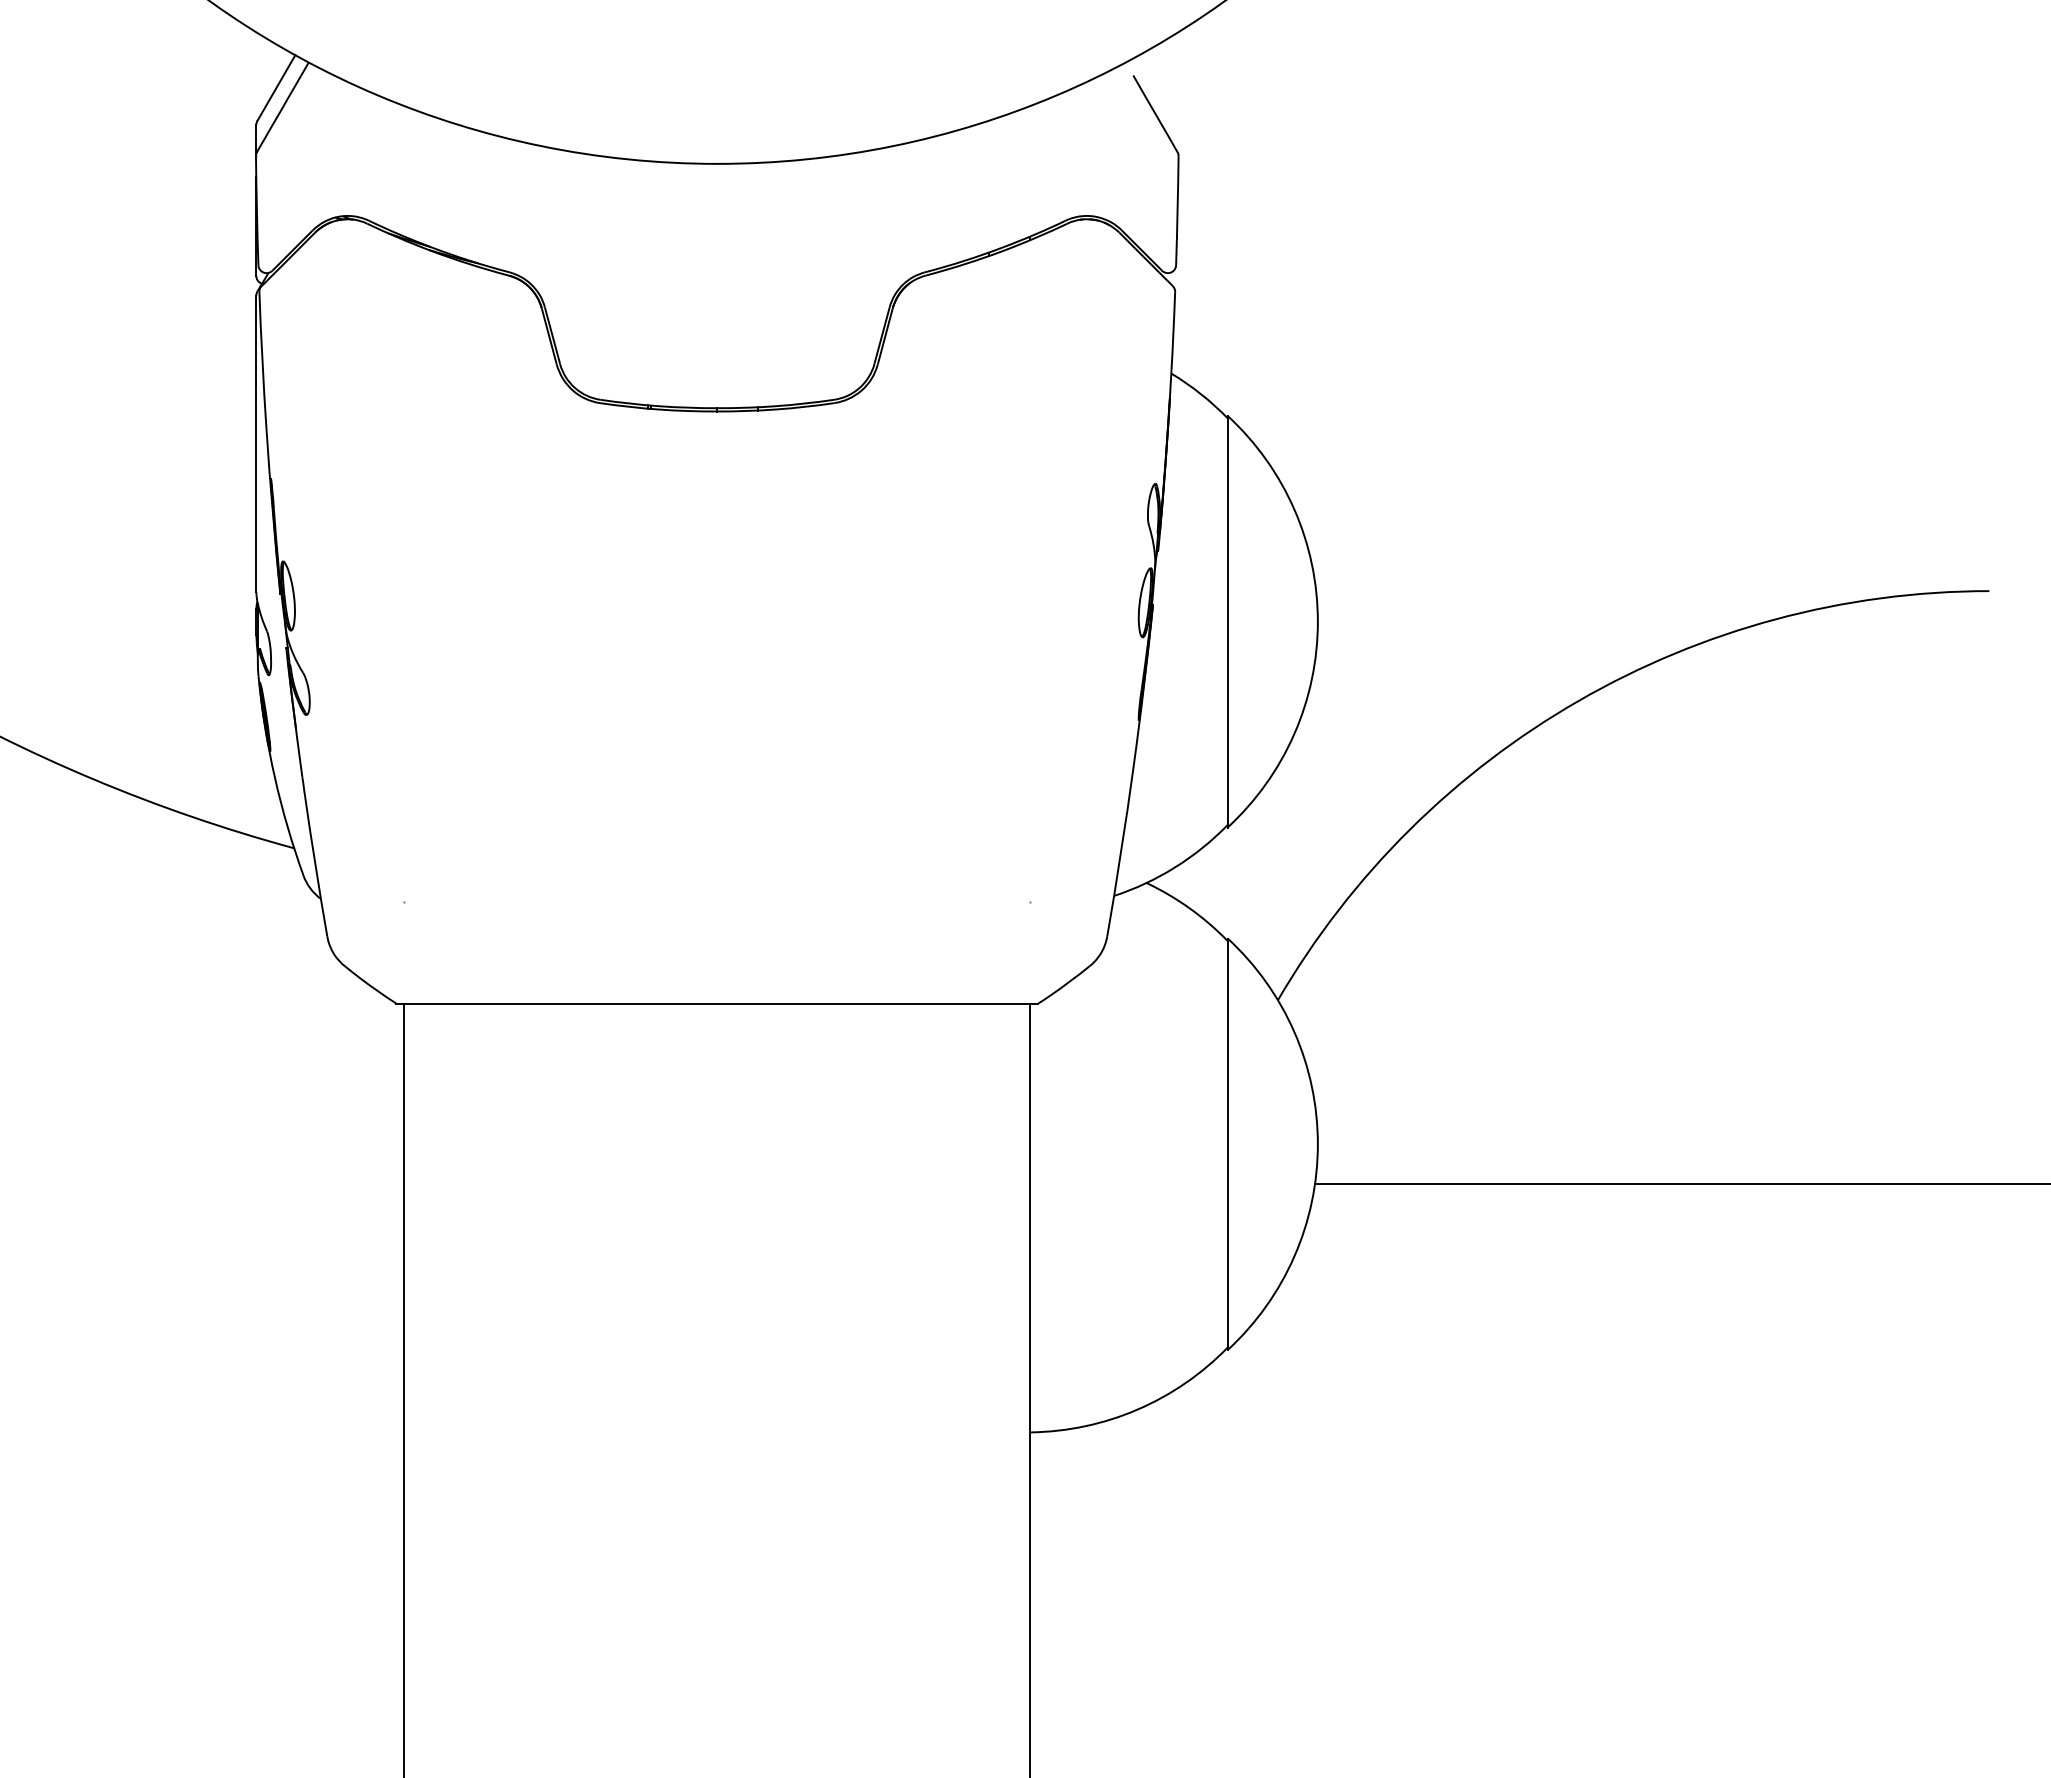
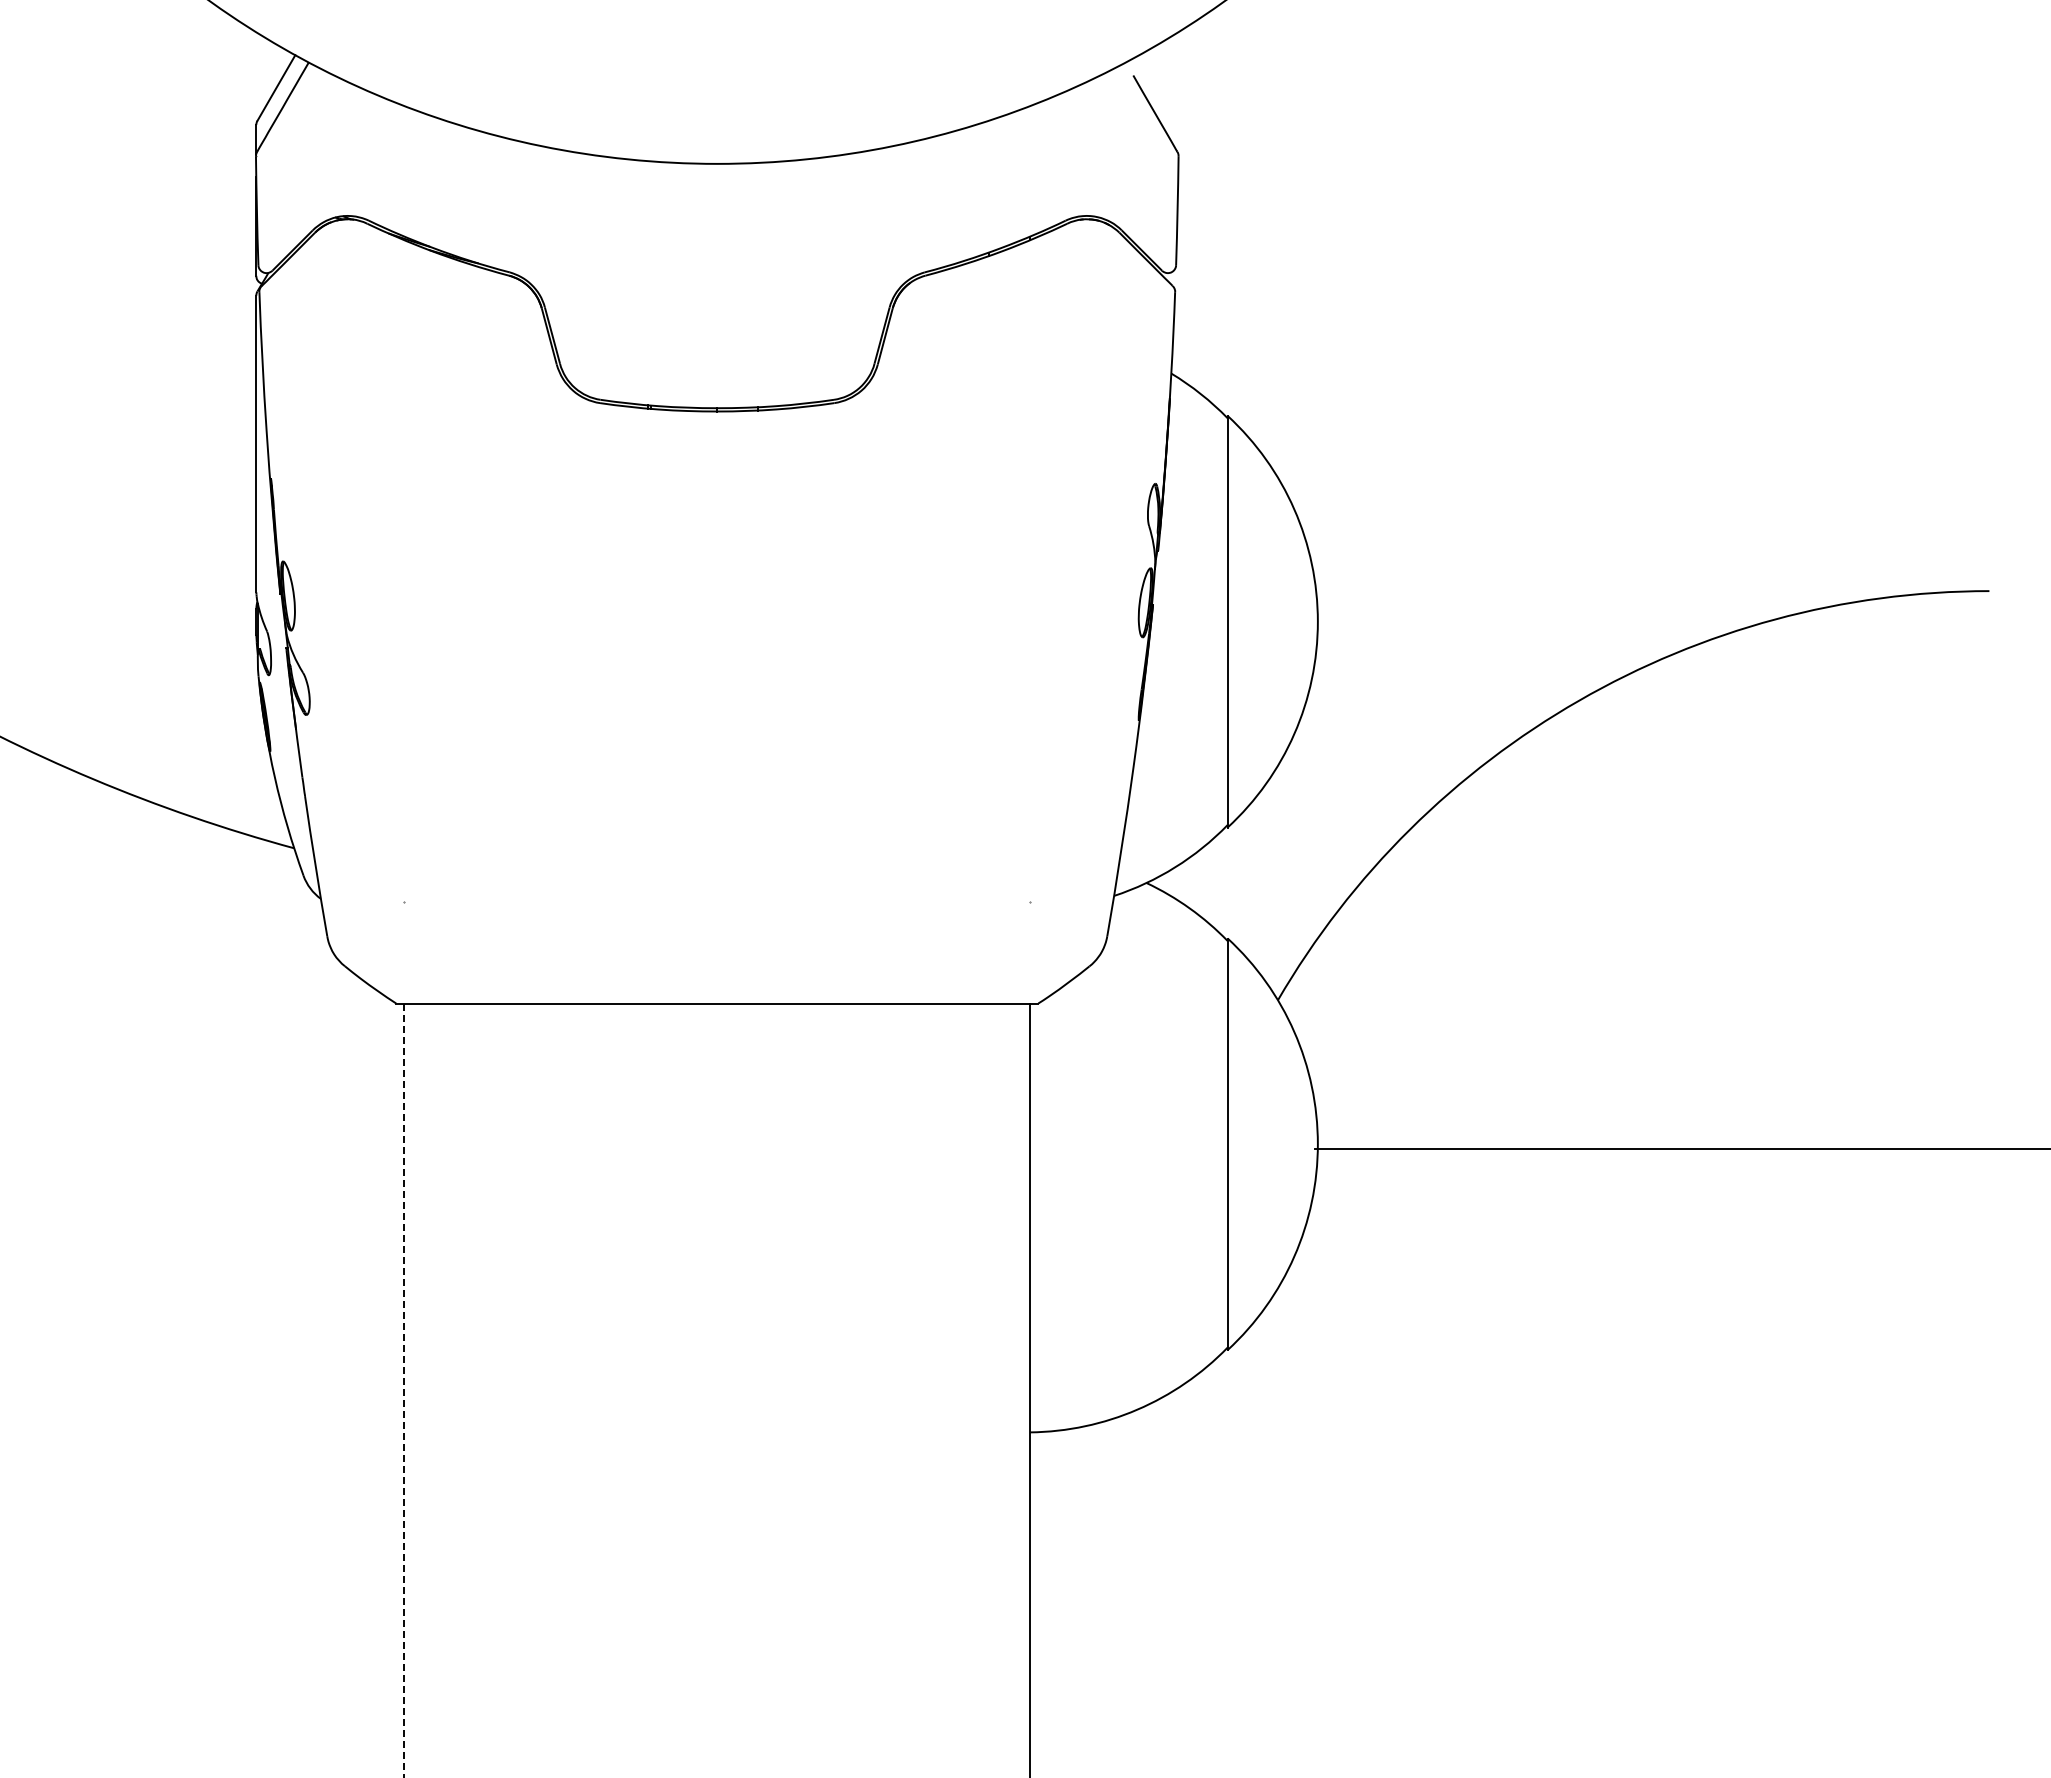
line at (1681, 1183) position: (1681, 1183) -> (1681, 1148)
line at (404, 1390): solid -> dashed
